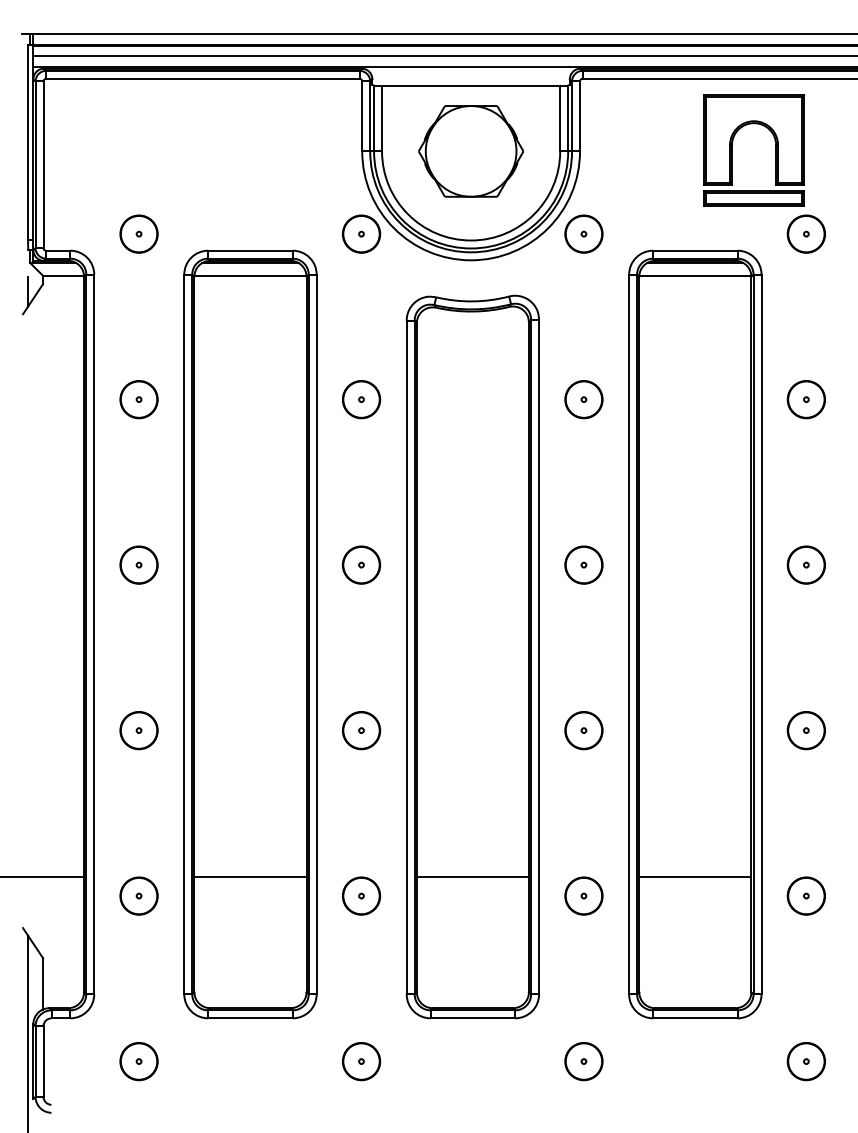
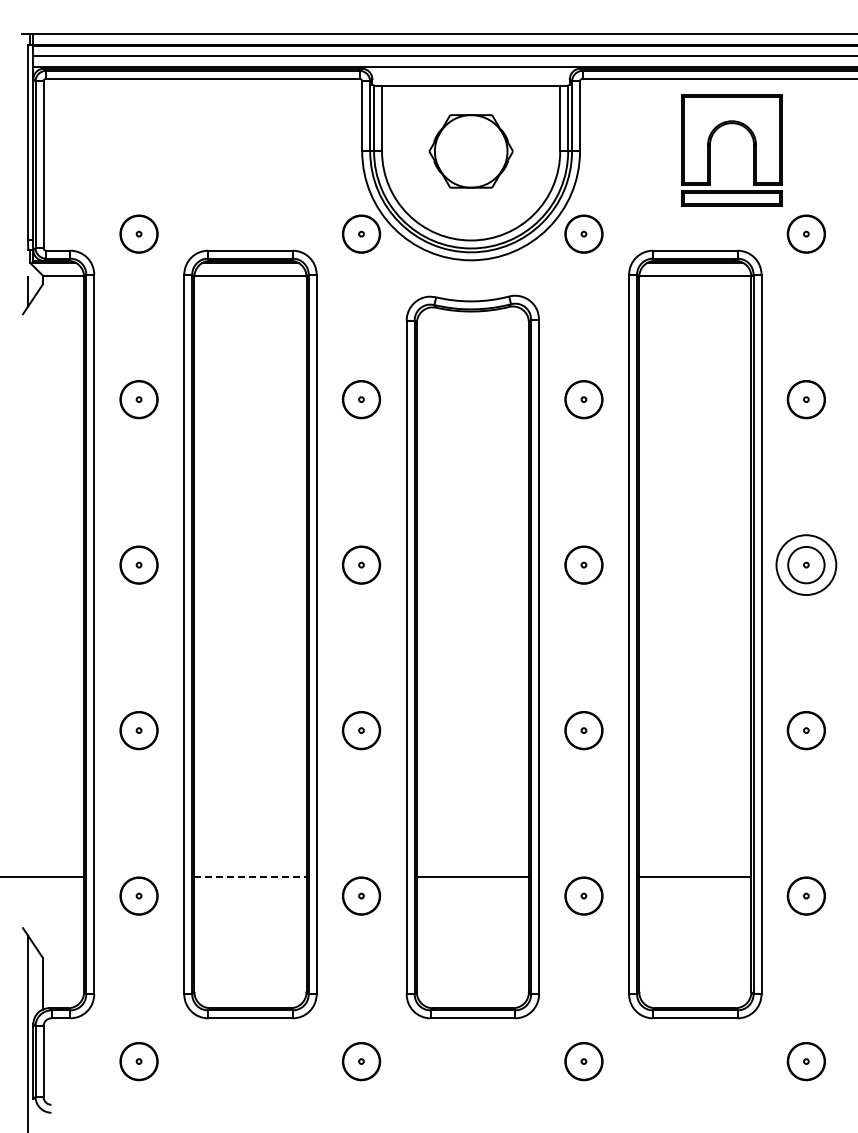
part at (775, 150) position: (775, 150) -> (753, 150)
part at (471, 151) size: 107x93 px -> 86x75 px
circle at (806, 564) diameter: 37 px -> 60 px
line at (250, 876): solid -> dashed
